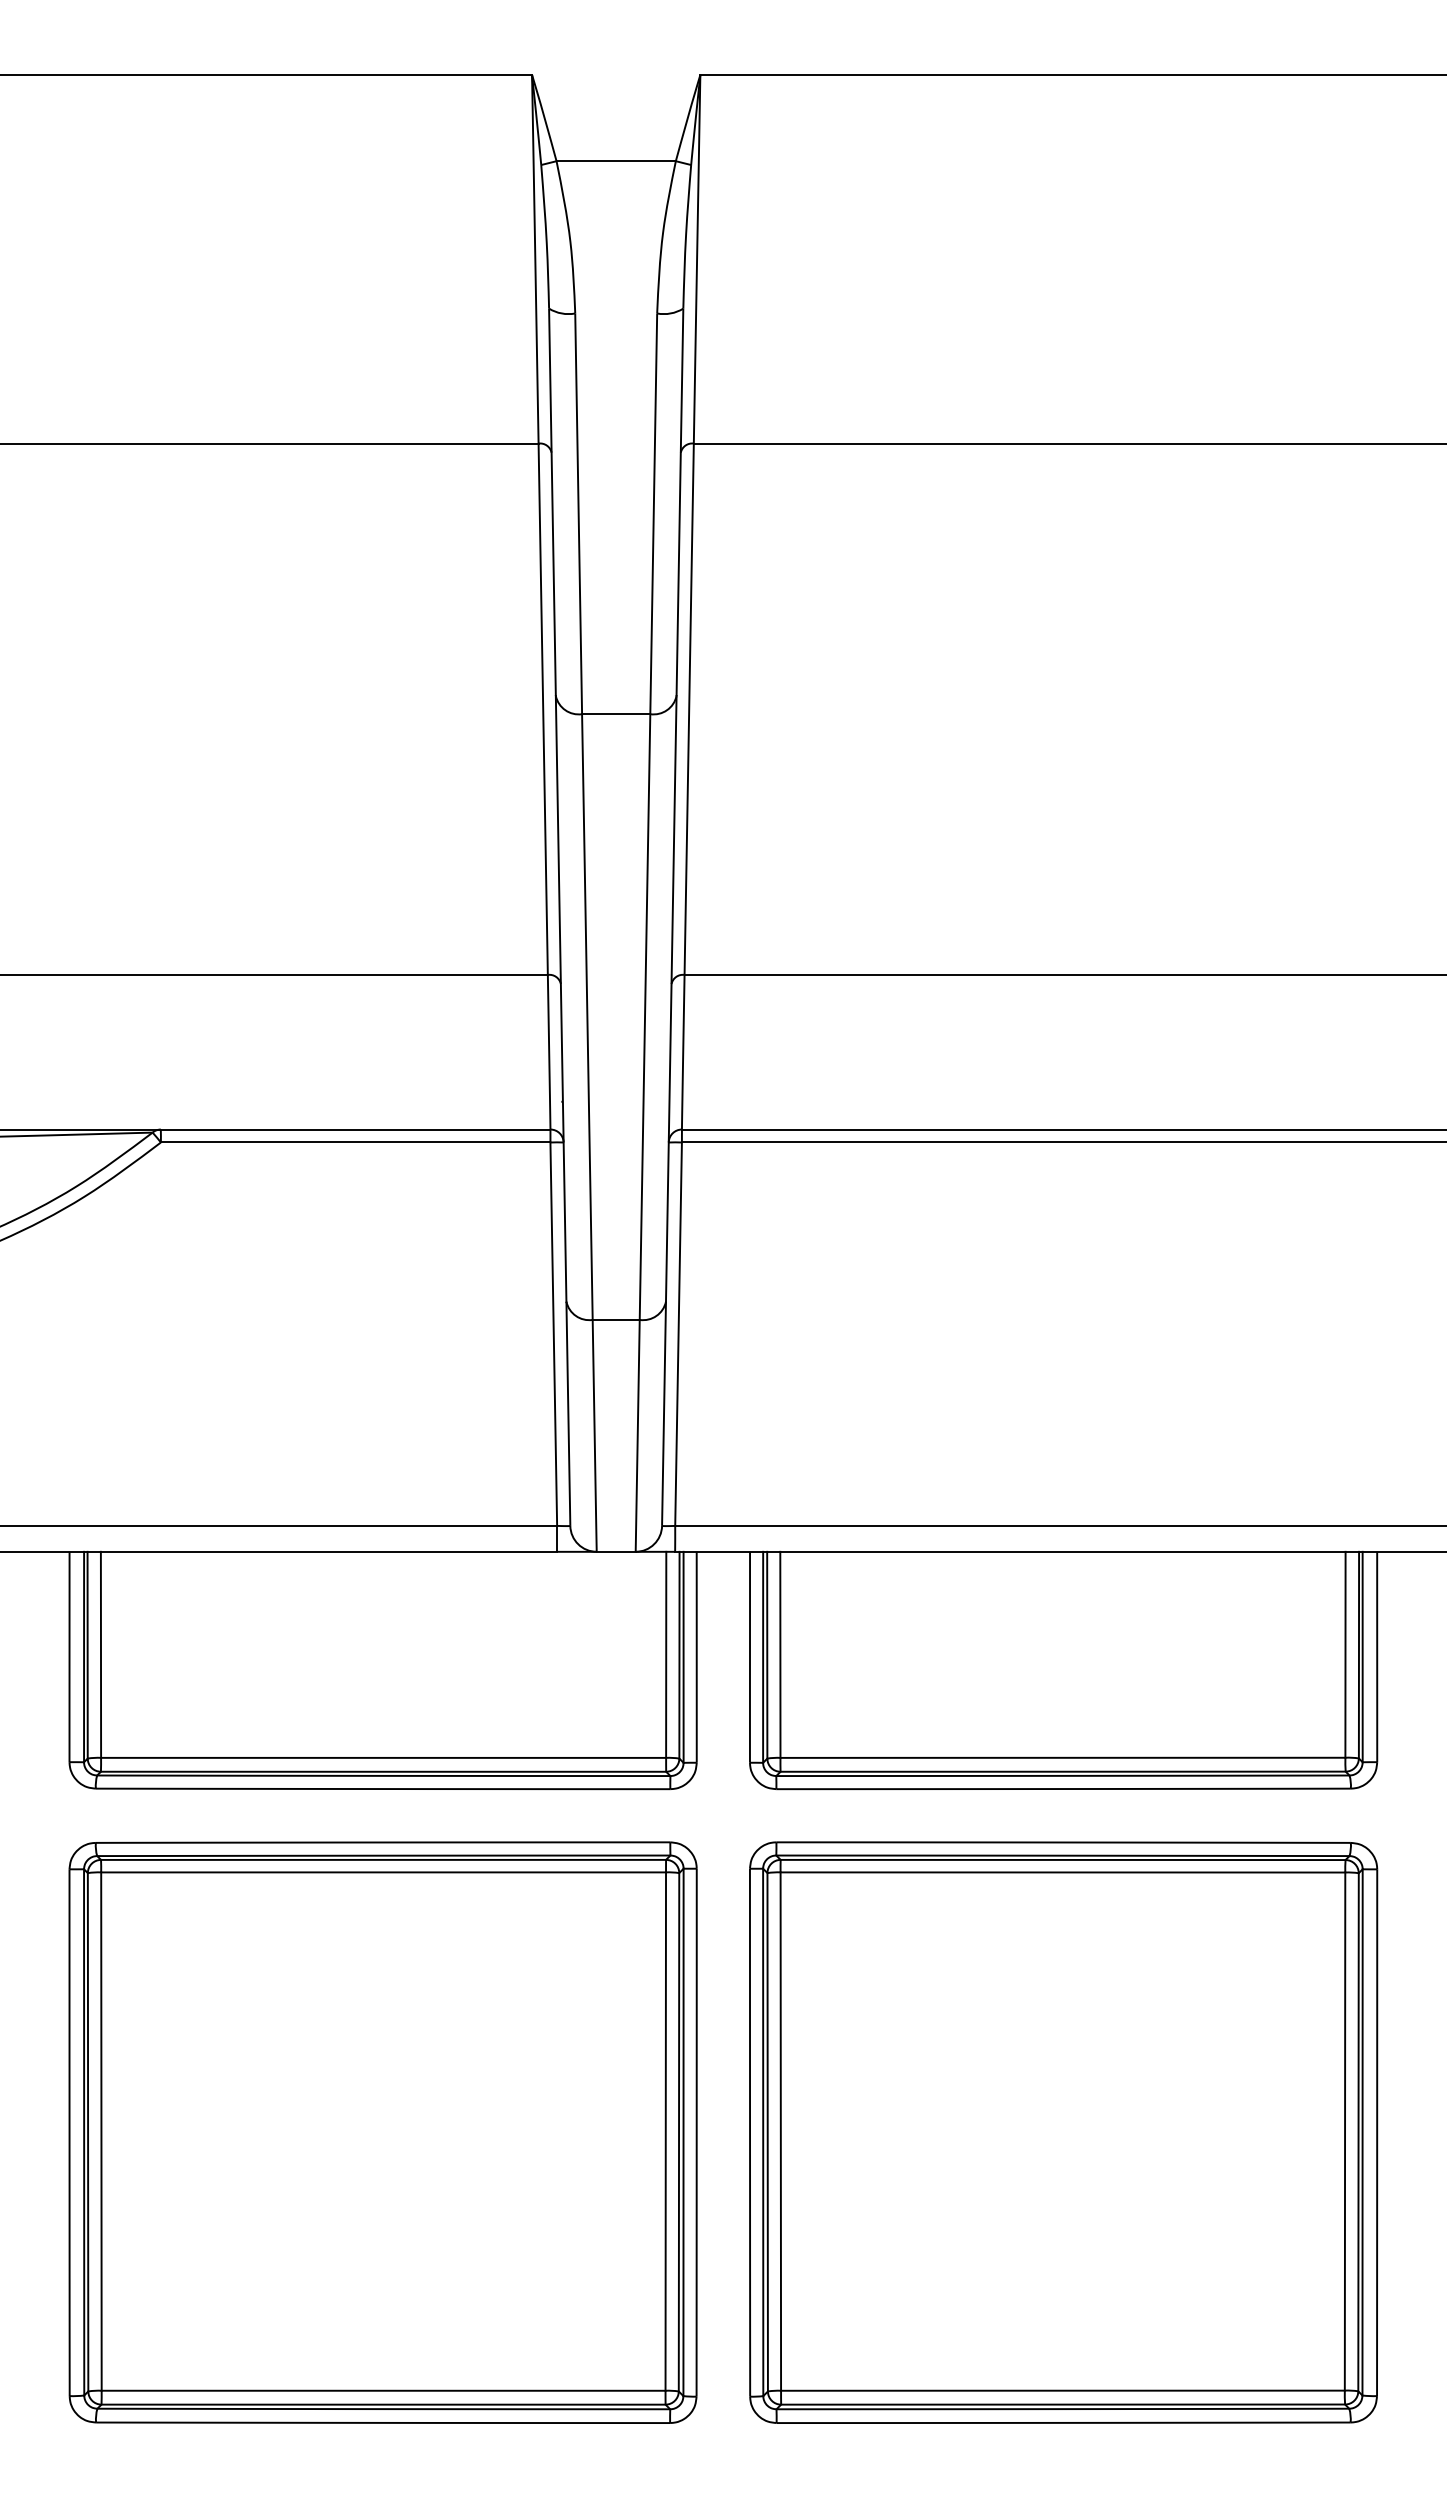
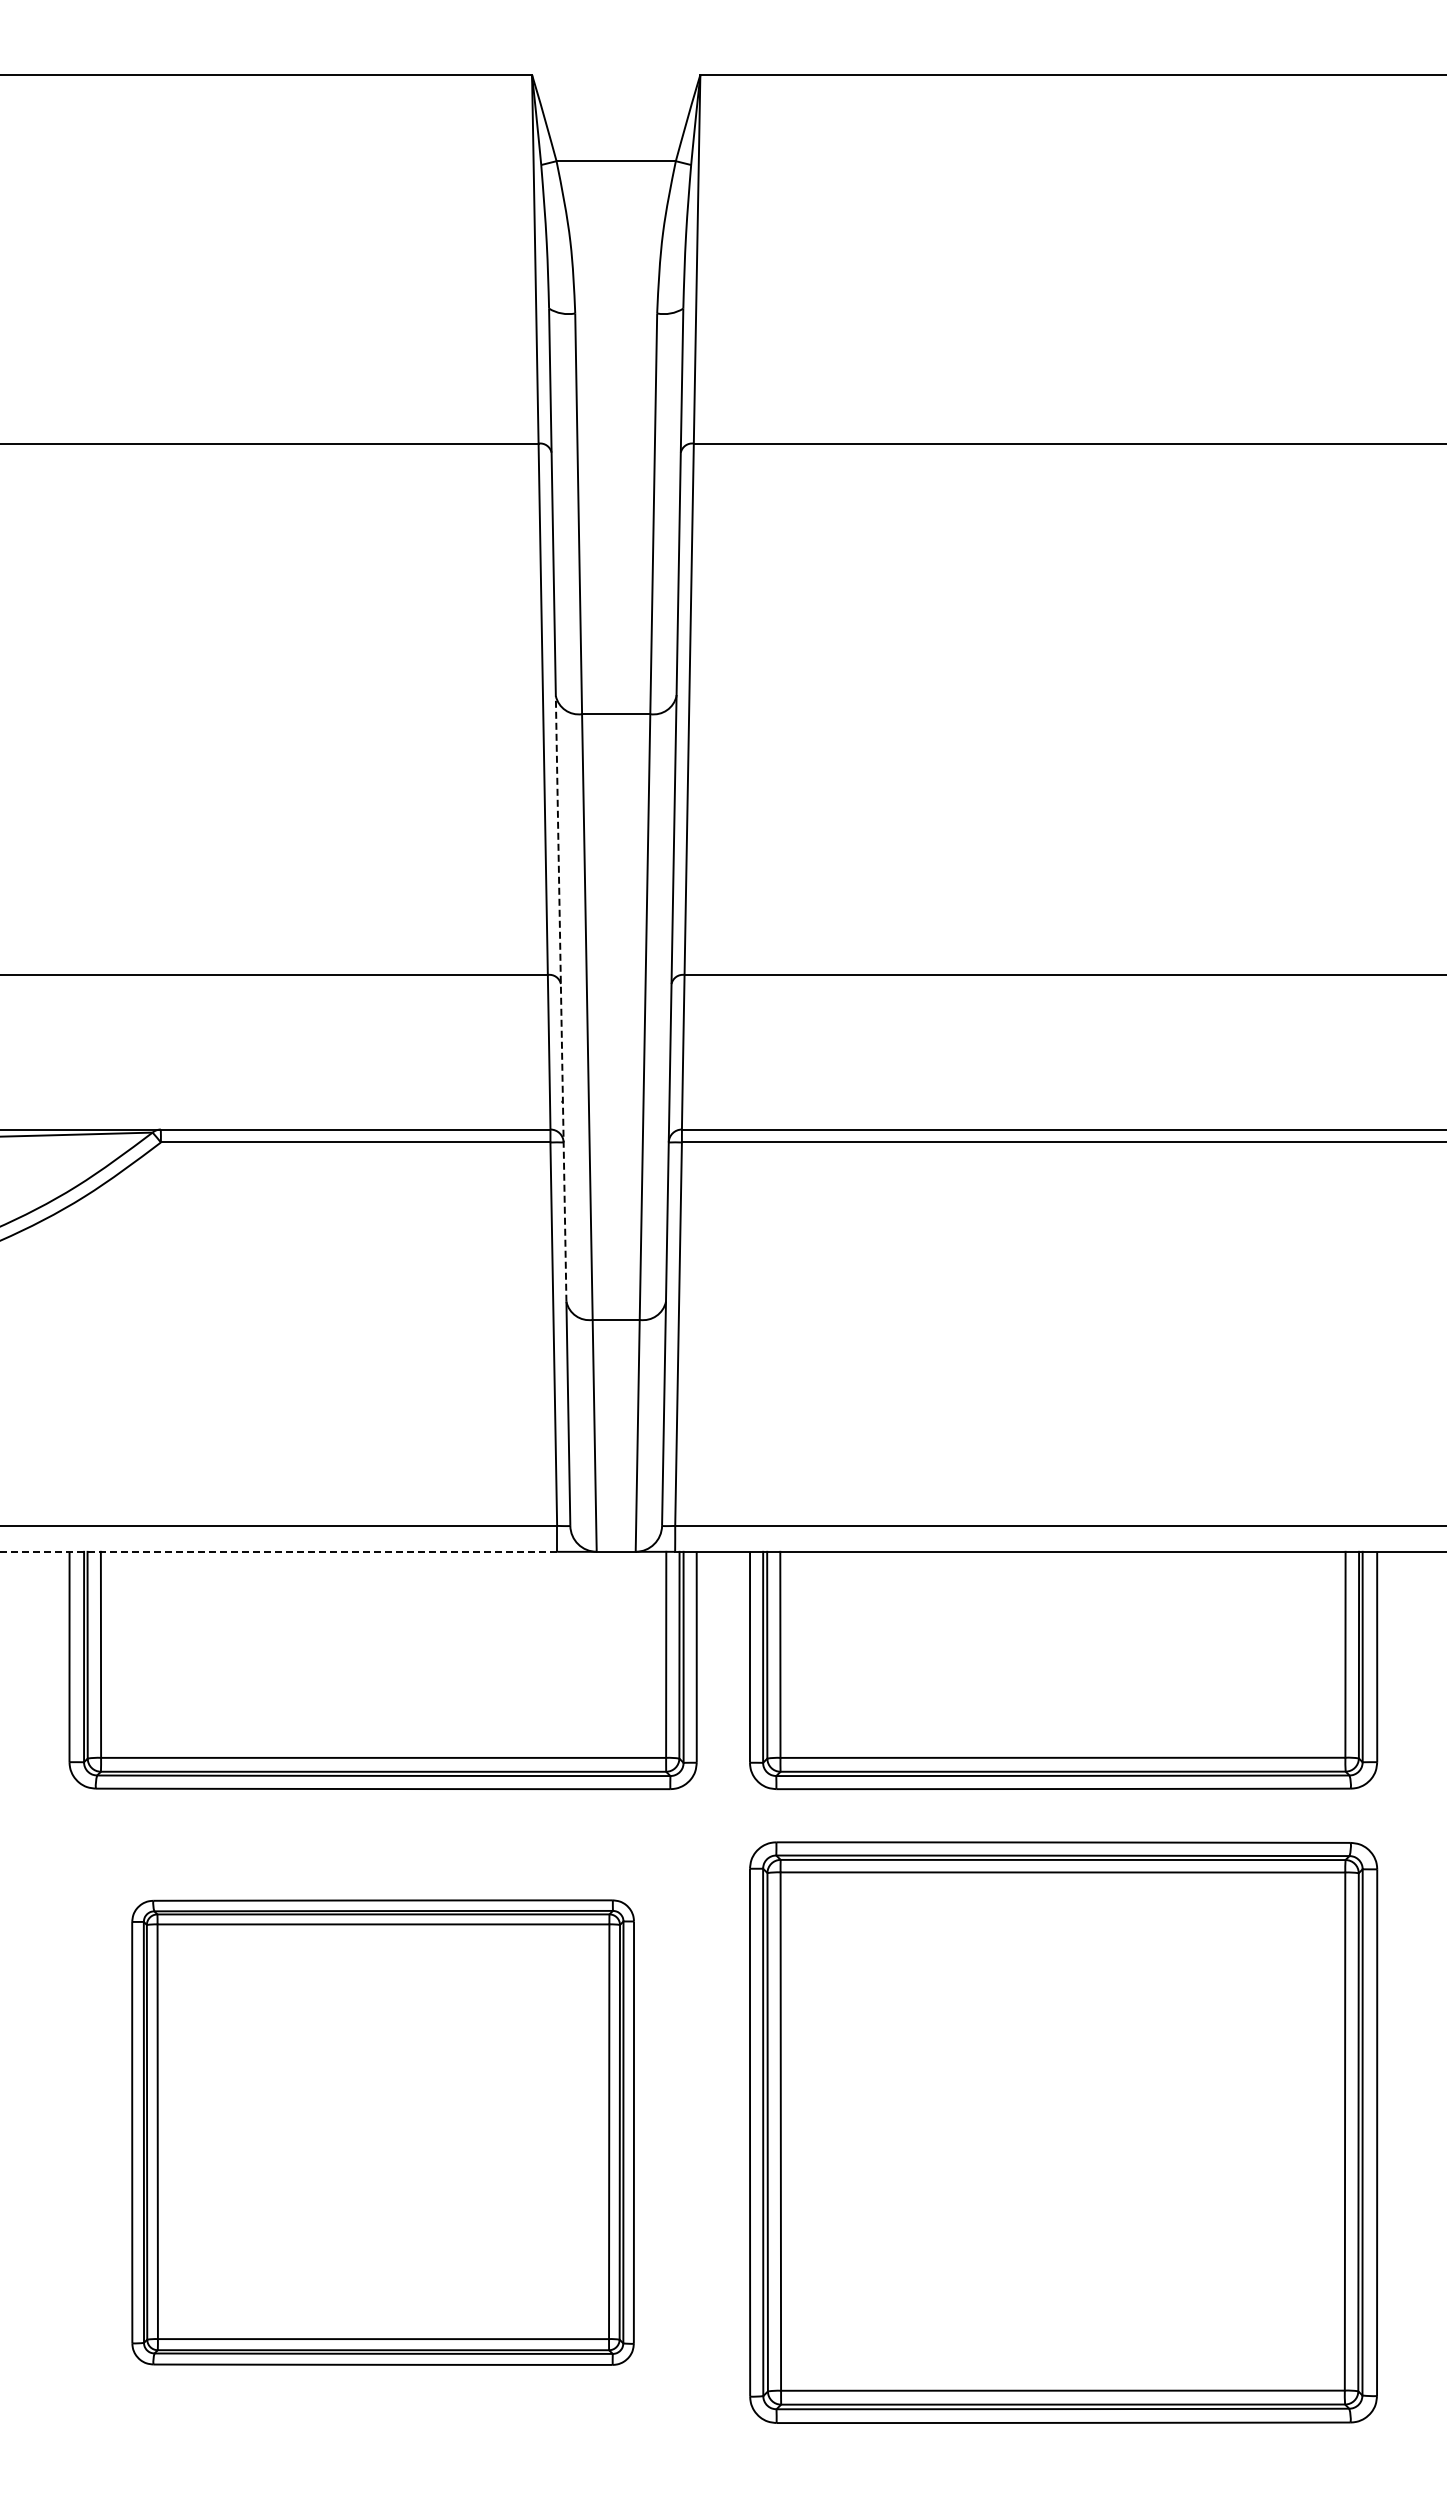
line at (561, 998): solid -> dashed
line at (278, 1551): solid -> dashed
part at (382, 2132) size: 630x583 px -> 504x467 px
